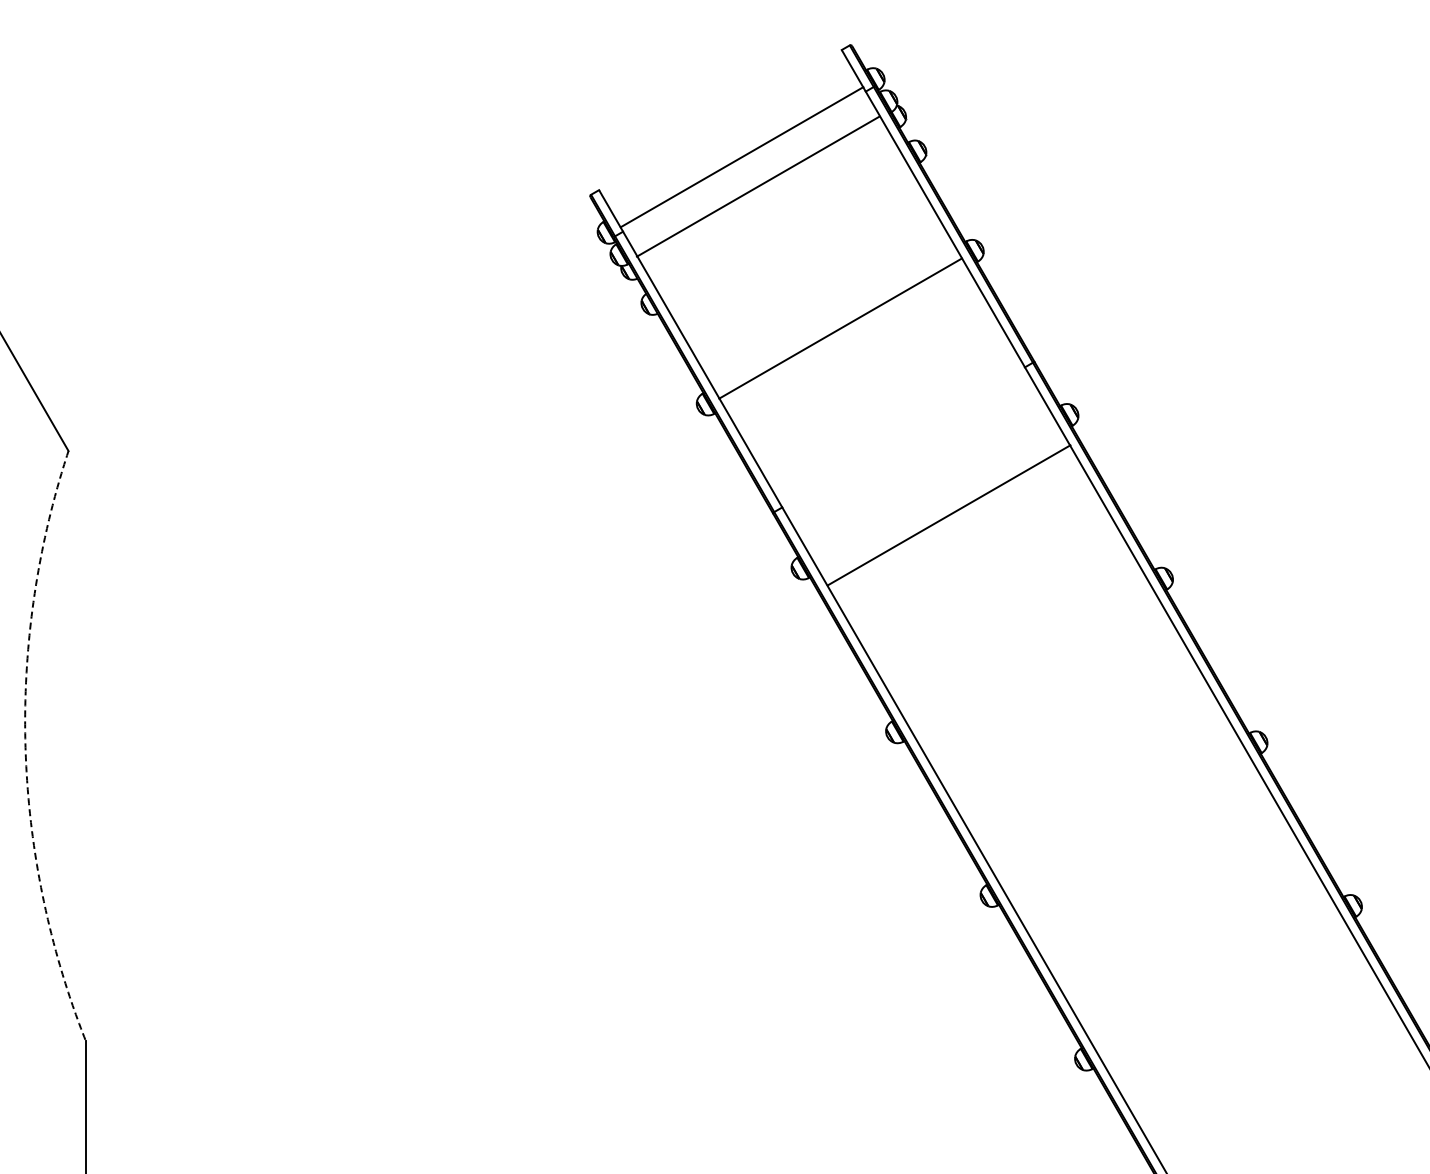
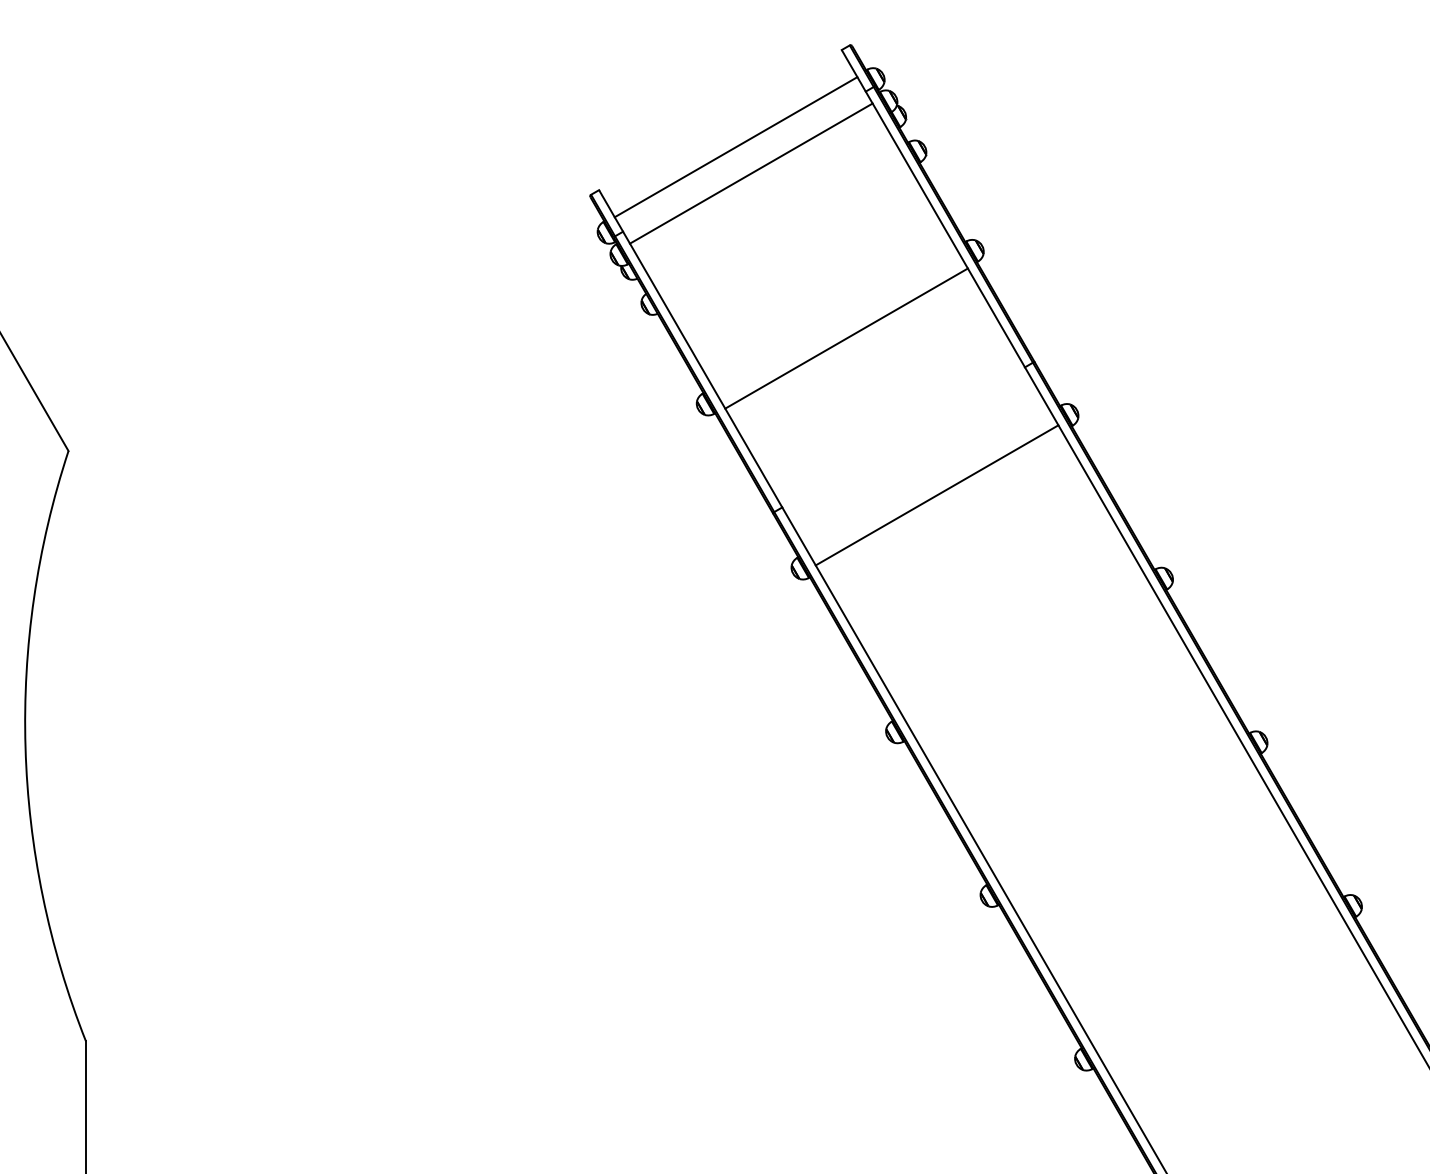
line at (741, 157) position: (741, 157) -> (735, 147)
line at (757, 186) position: (757, 186) -> (750, 173)
line at (840, 328) position: (840, 328) -> (846, 338)
line at (948, 515) position: (948, 515) -> (936, 495)
arc at (25, 747): dashed -> solid
